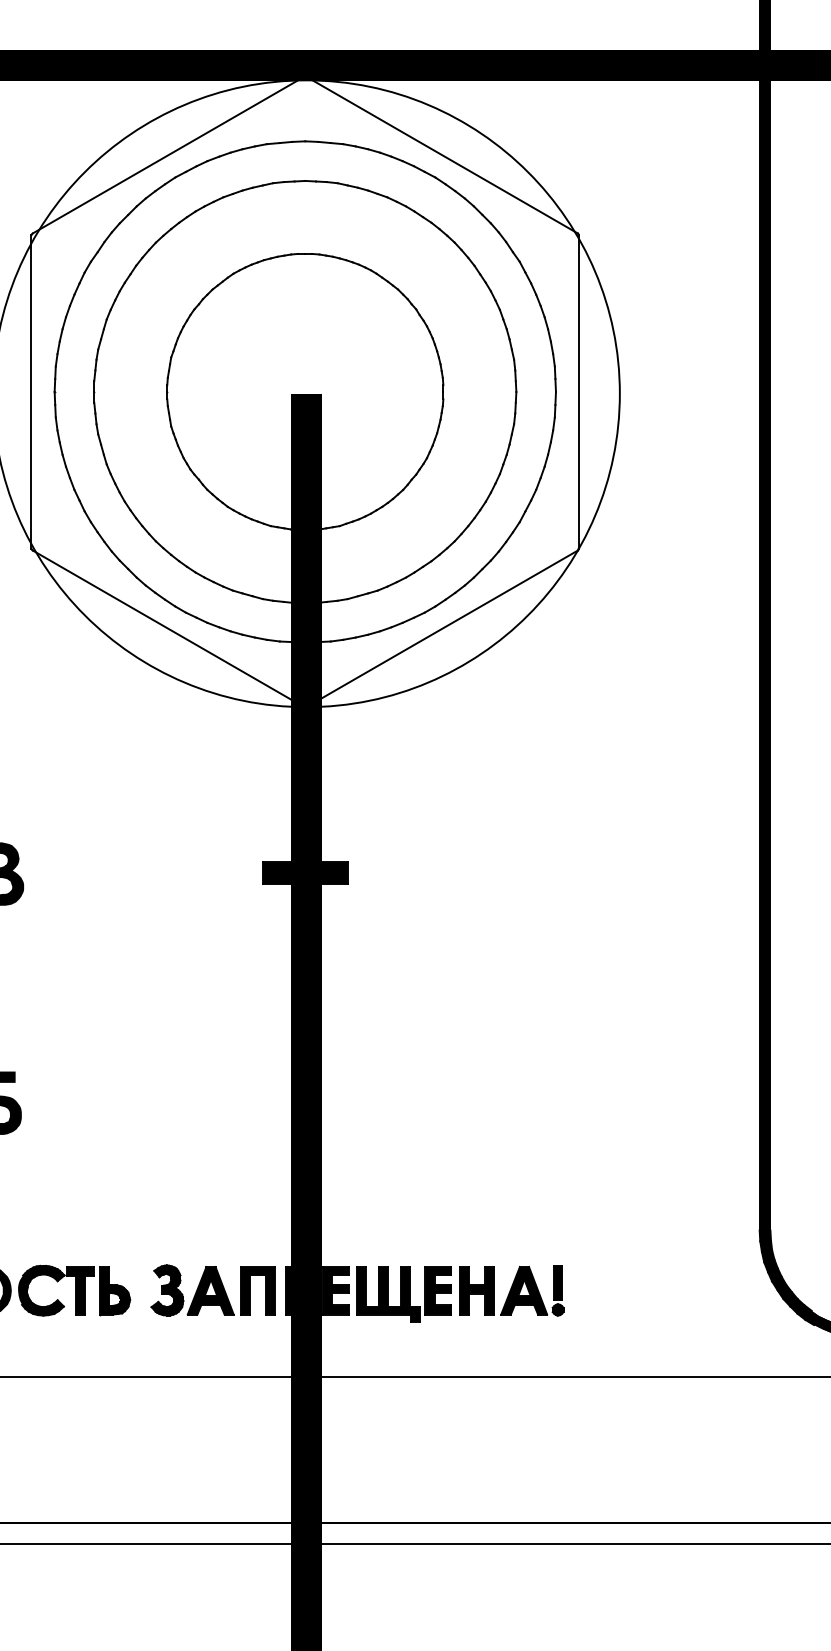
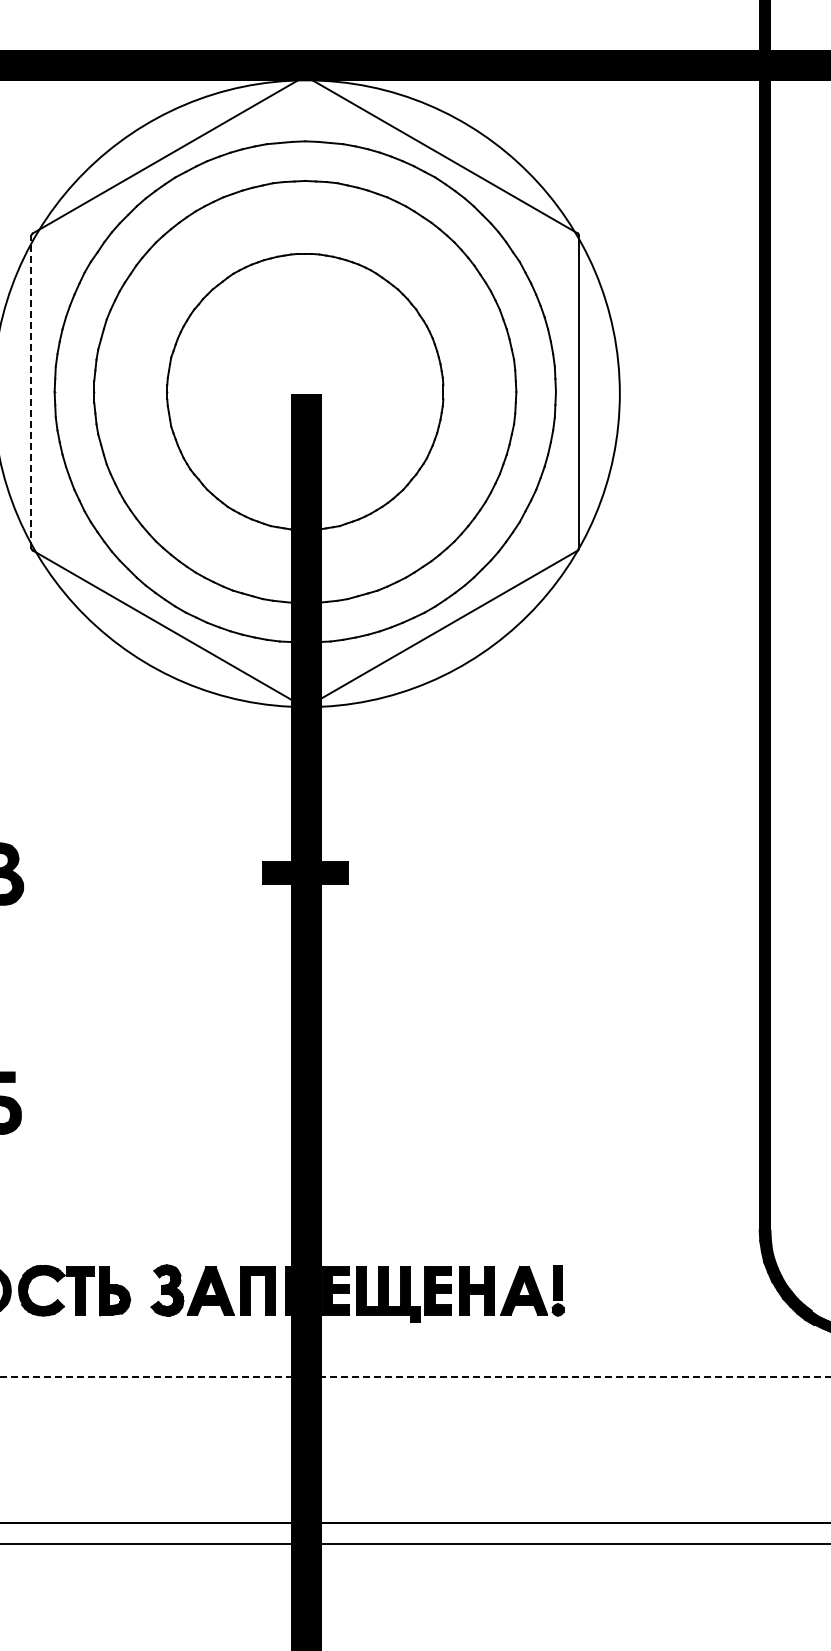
line at (31, 392): solid -> dashed
line at (414, 1376): solid -> dashed
